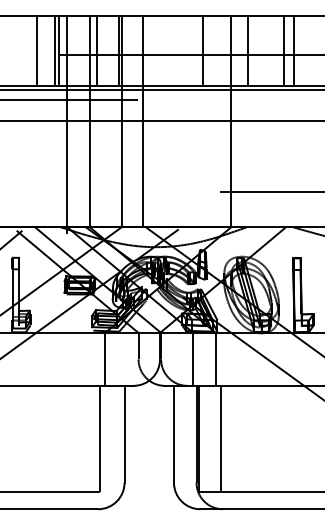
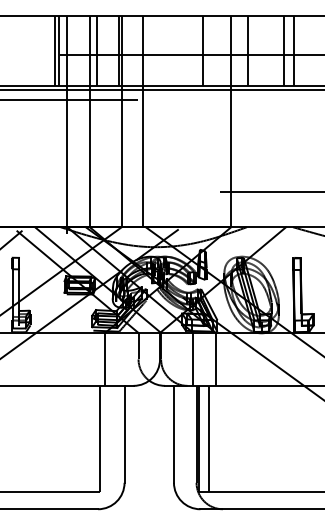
line at (37, 50): present -> none
line at (161, 121): present -> none
line at (221, 438) position: (221, 438) -> (209, 438)
